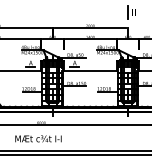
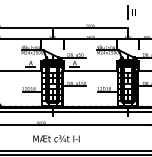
text at (38, 138) position: (38, 138) -> (56, 138)
